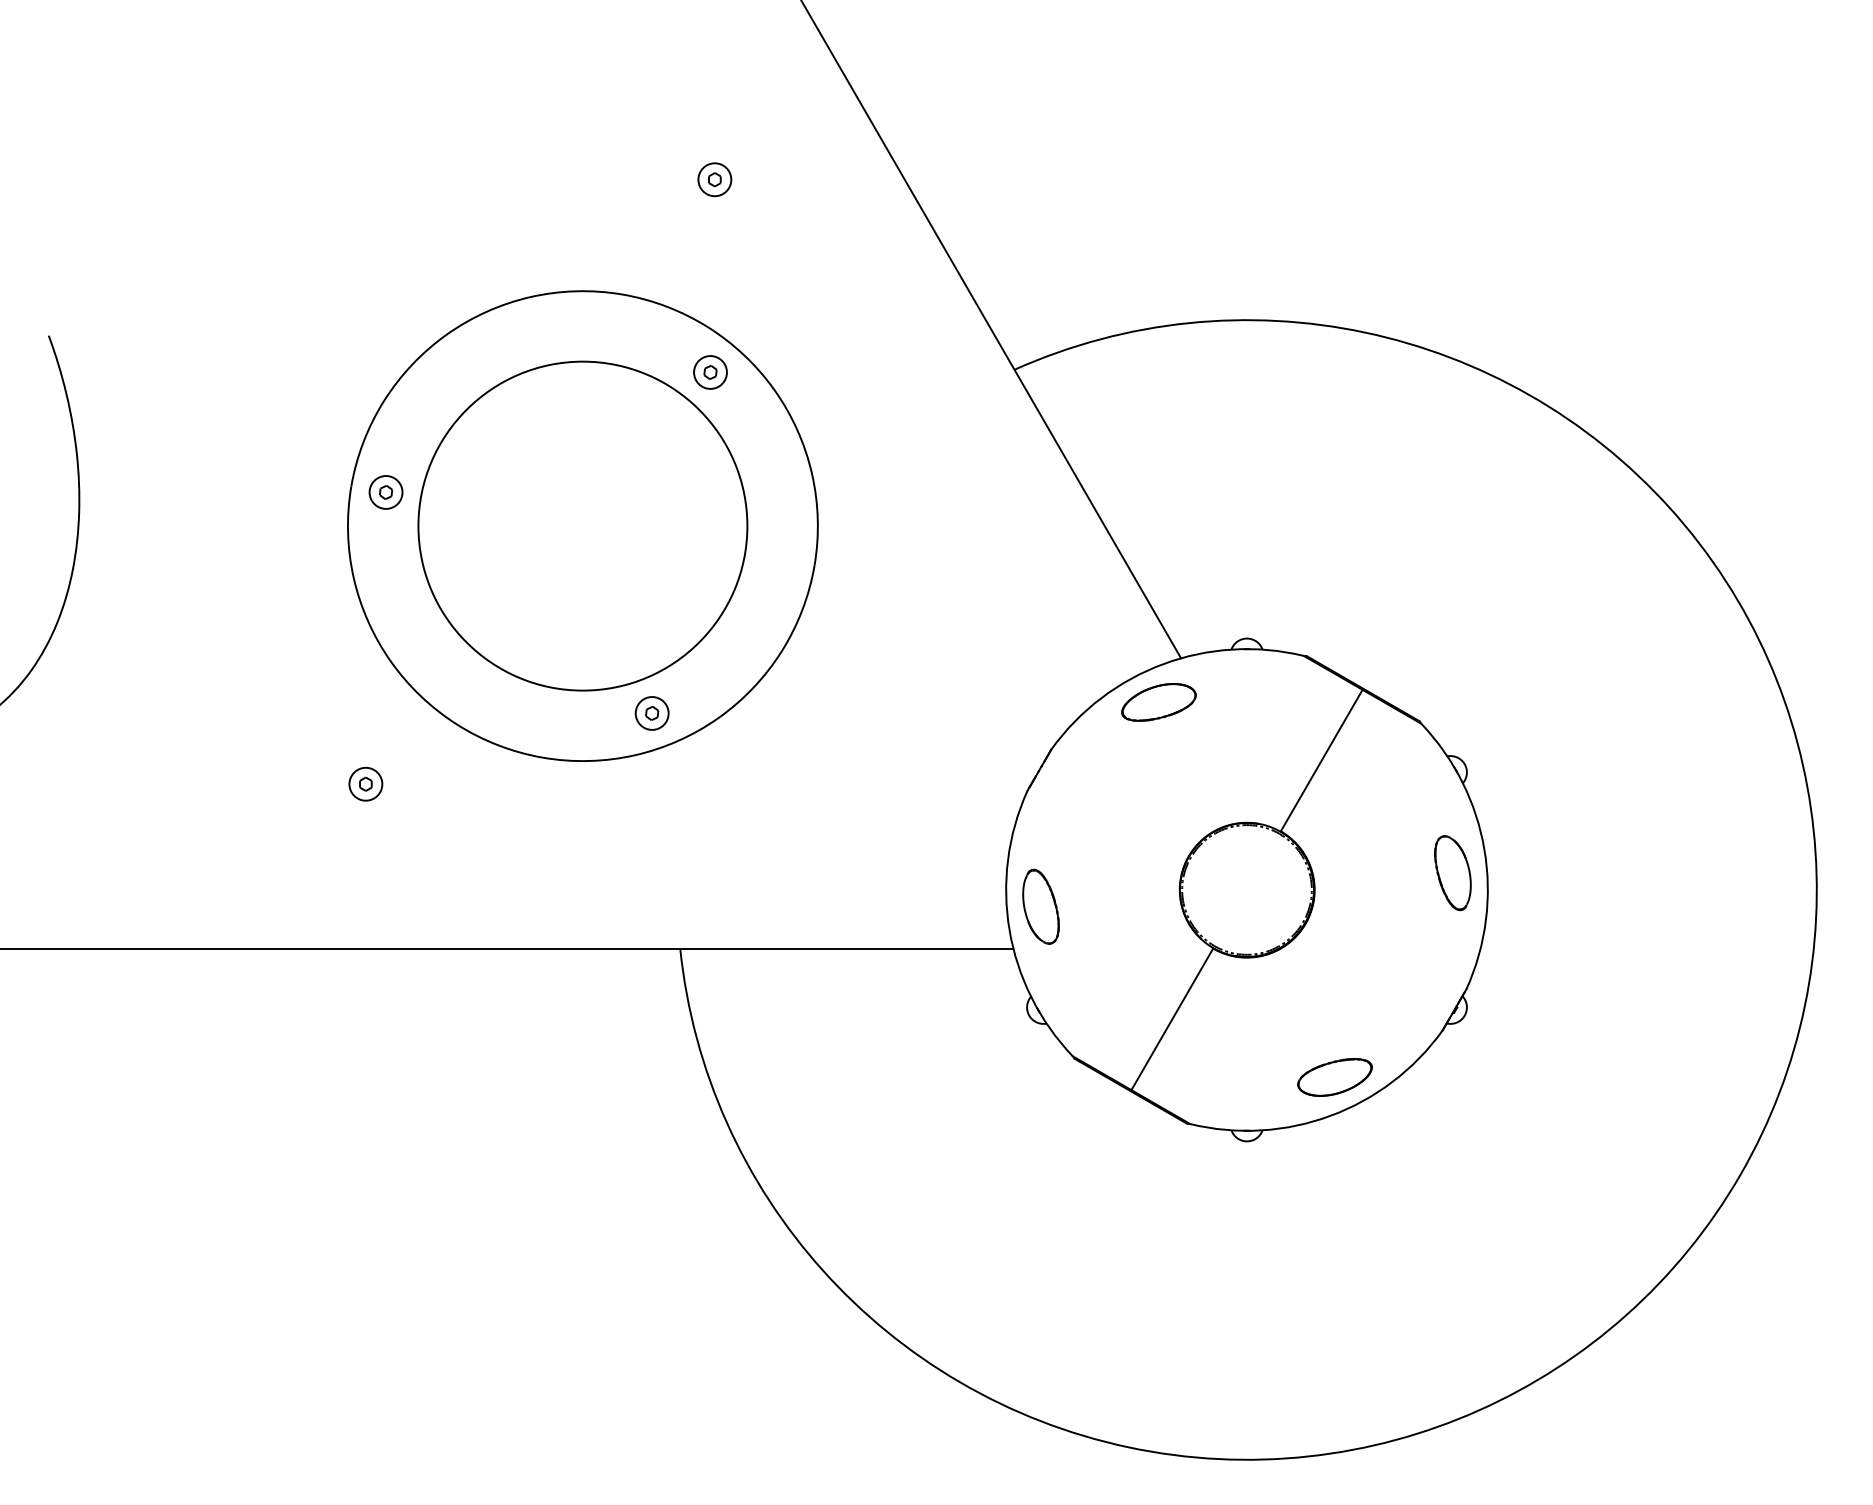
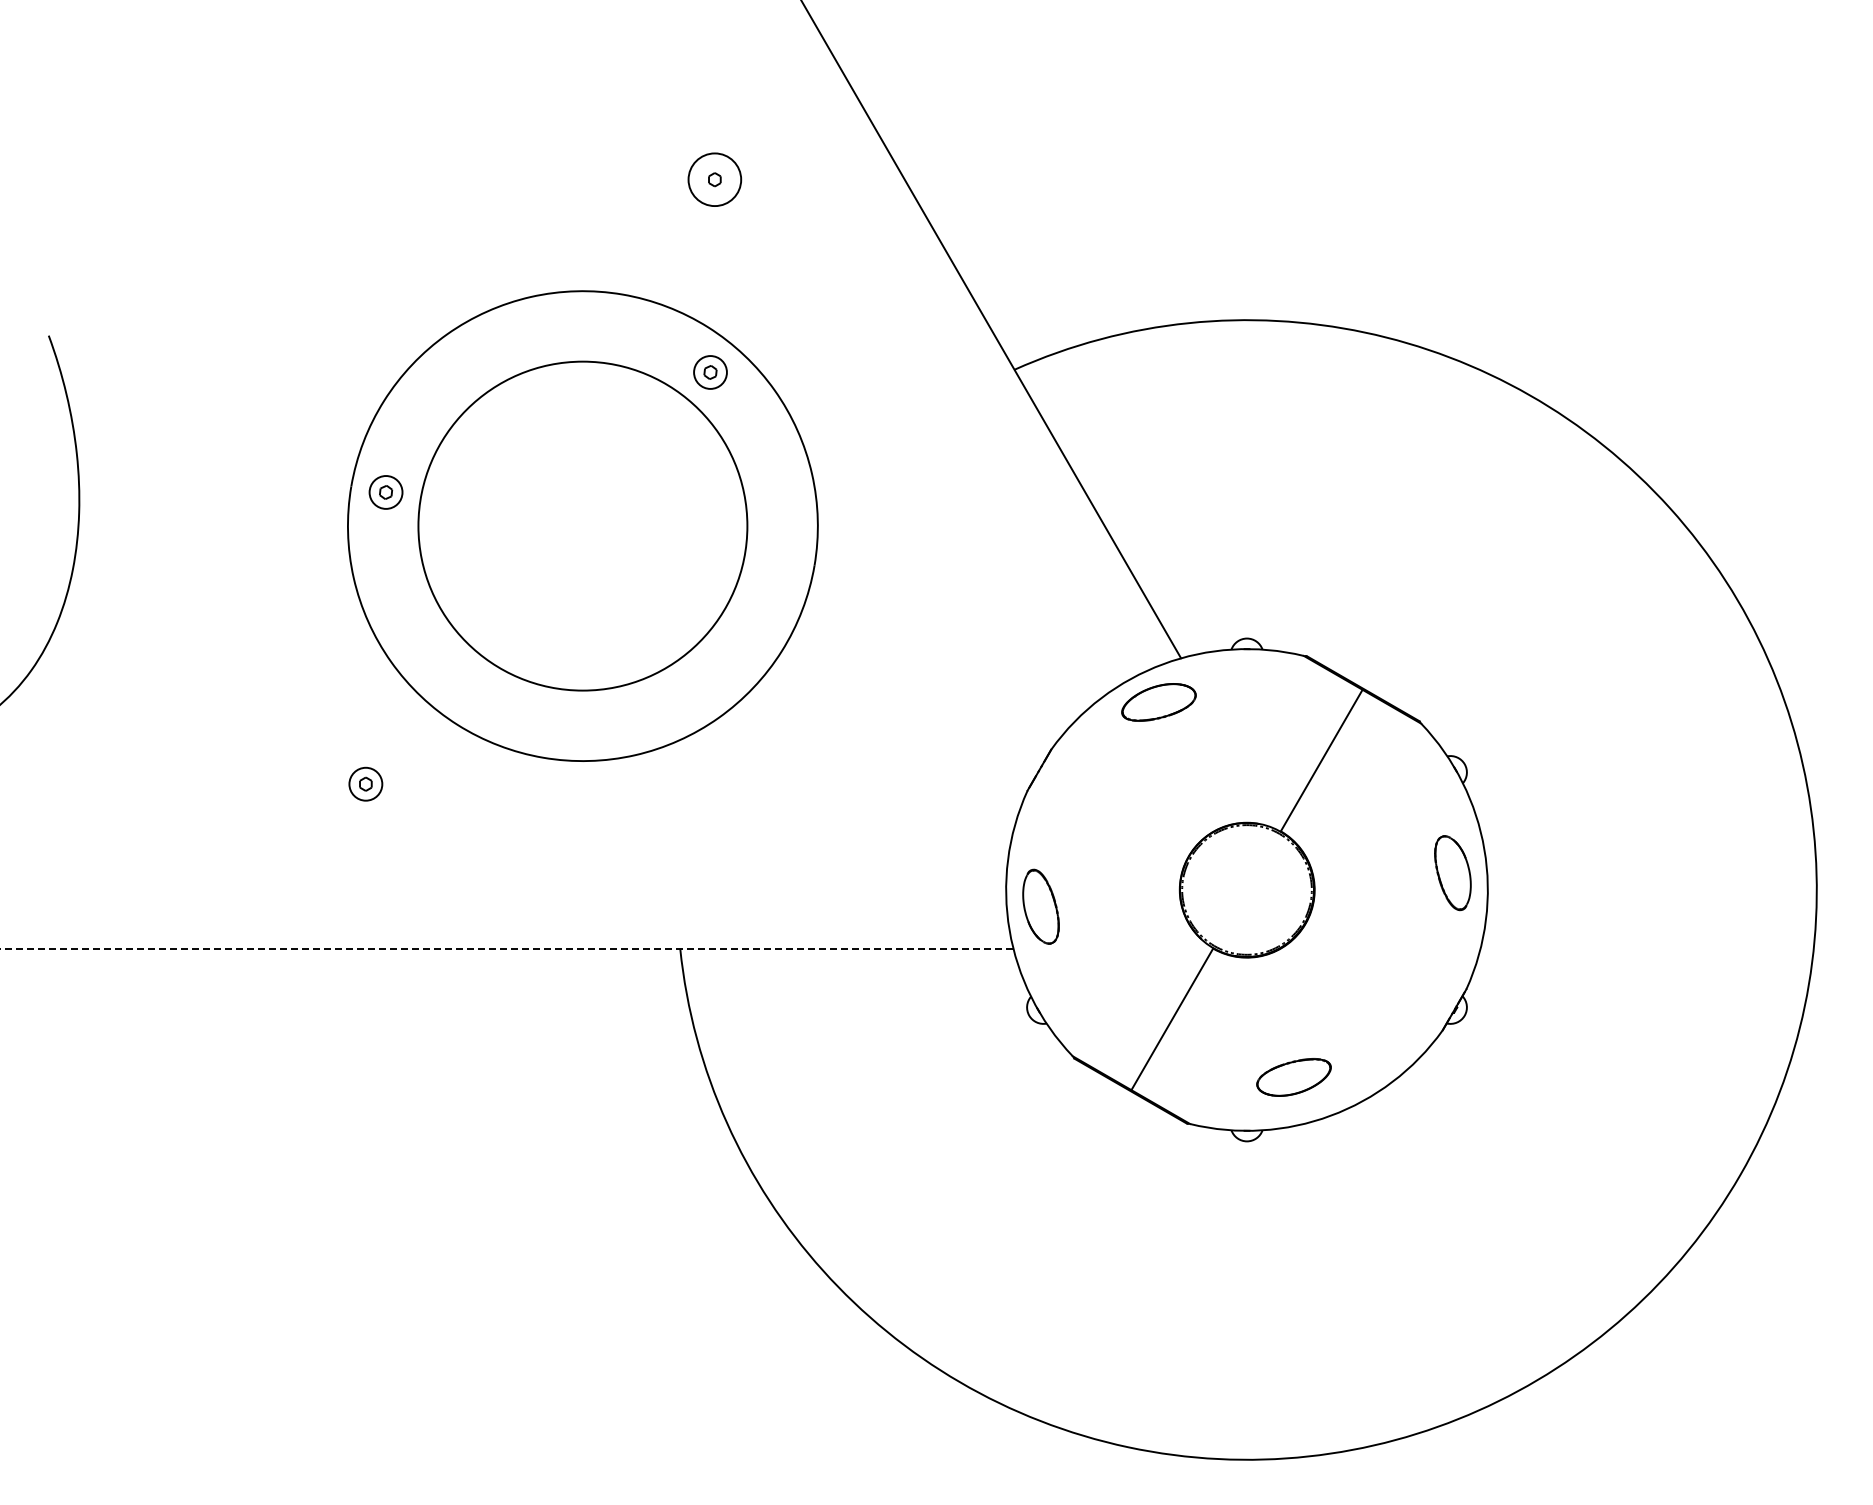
circle at (714, 179) diameter: 33 px -> 53 px
part at (651, 713): present -> none
line at (506, 948): solid -> dashed
part at (1334, 1077) position: (1334, 1077) -> (1293, 1077)
